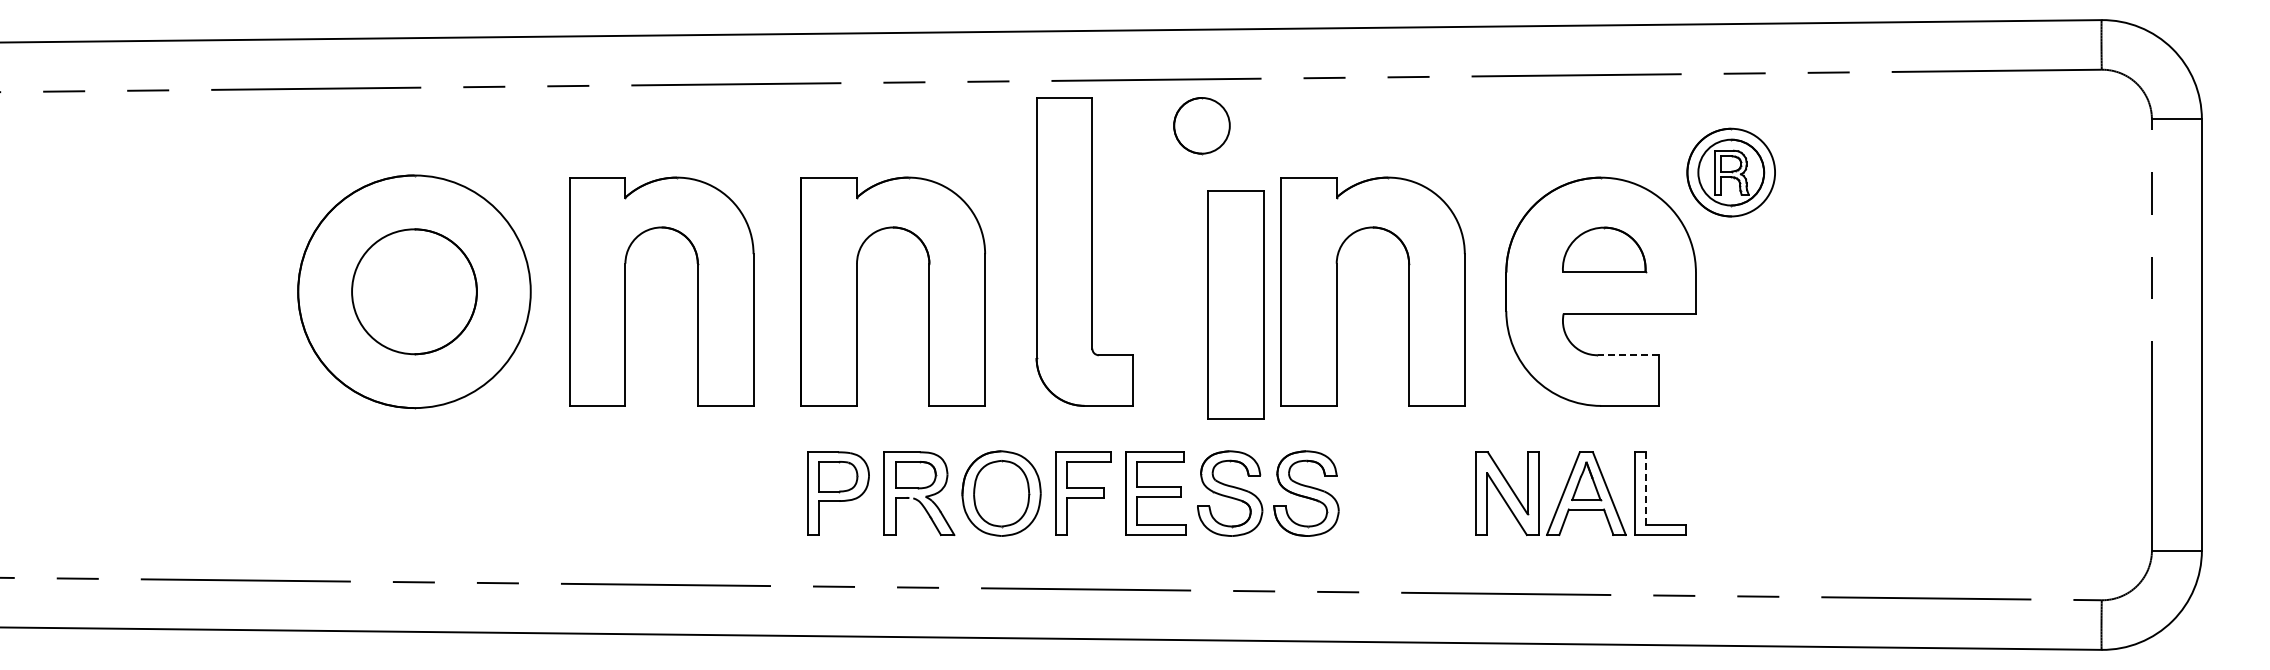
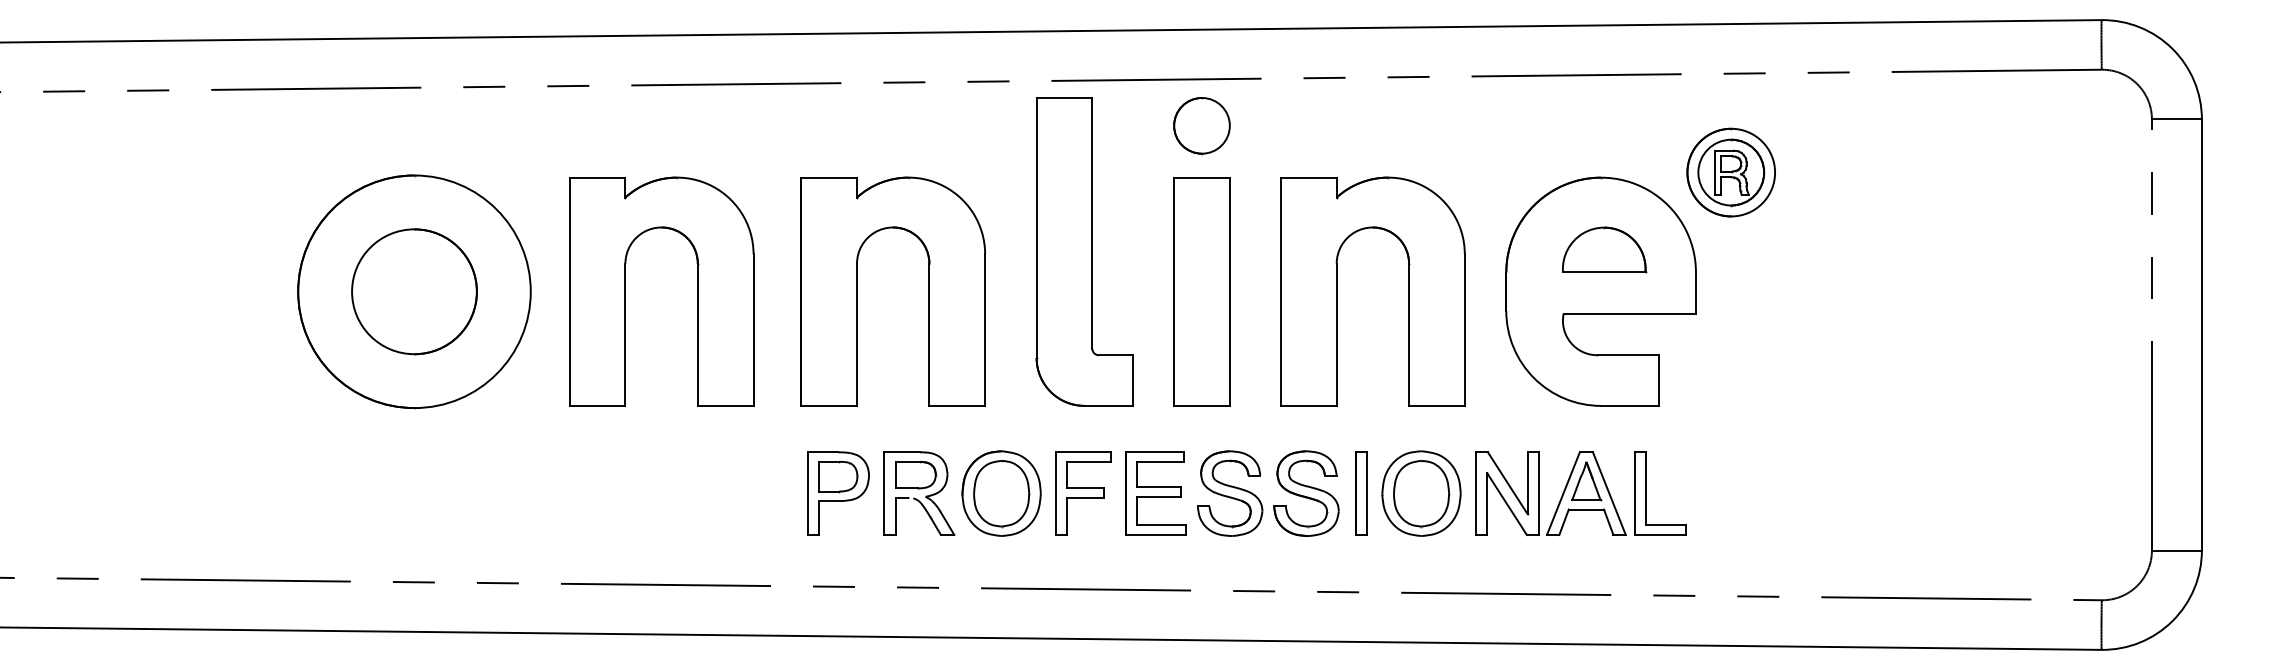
part at (1235, 304) position: (1235, 304) -> (1201, 291)
line at (1627, 355): dashed -> solid
line at (1646, 488): dashed -> solid
part at (1361, 493): none -> present
part at (1421, 493): none -> present
